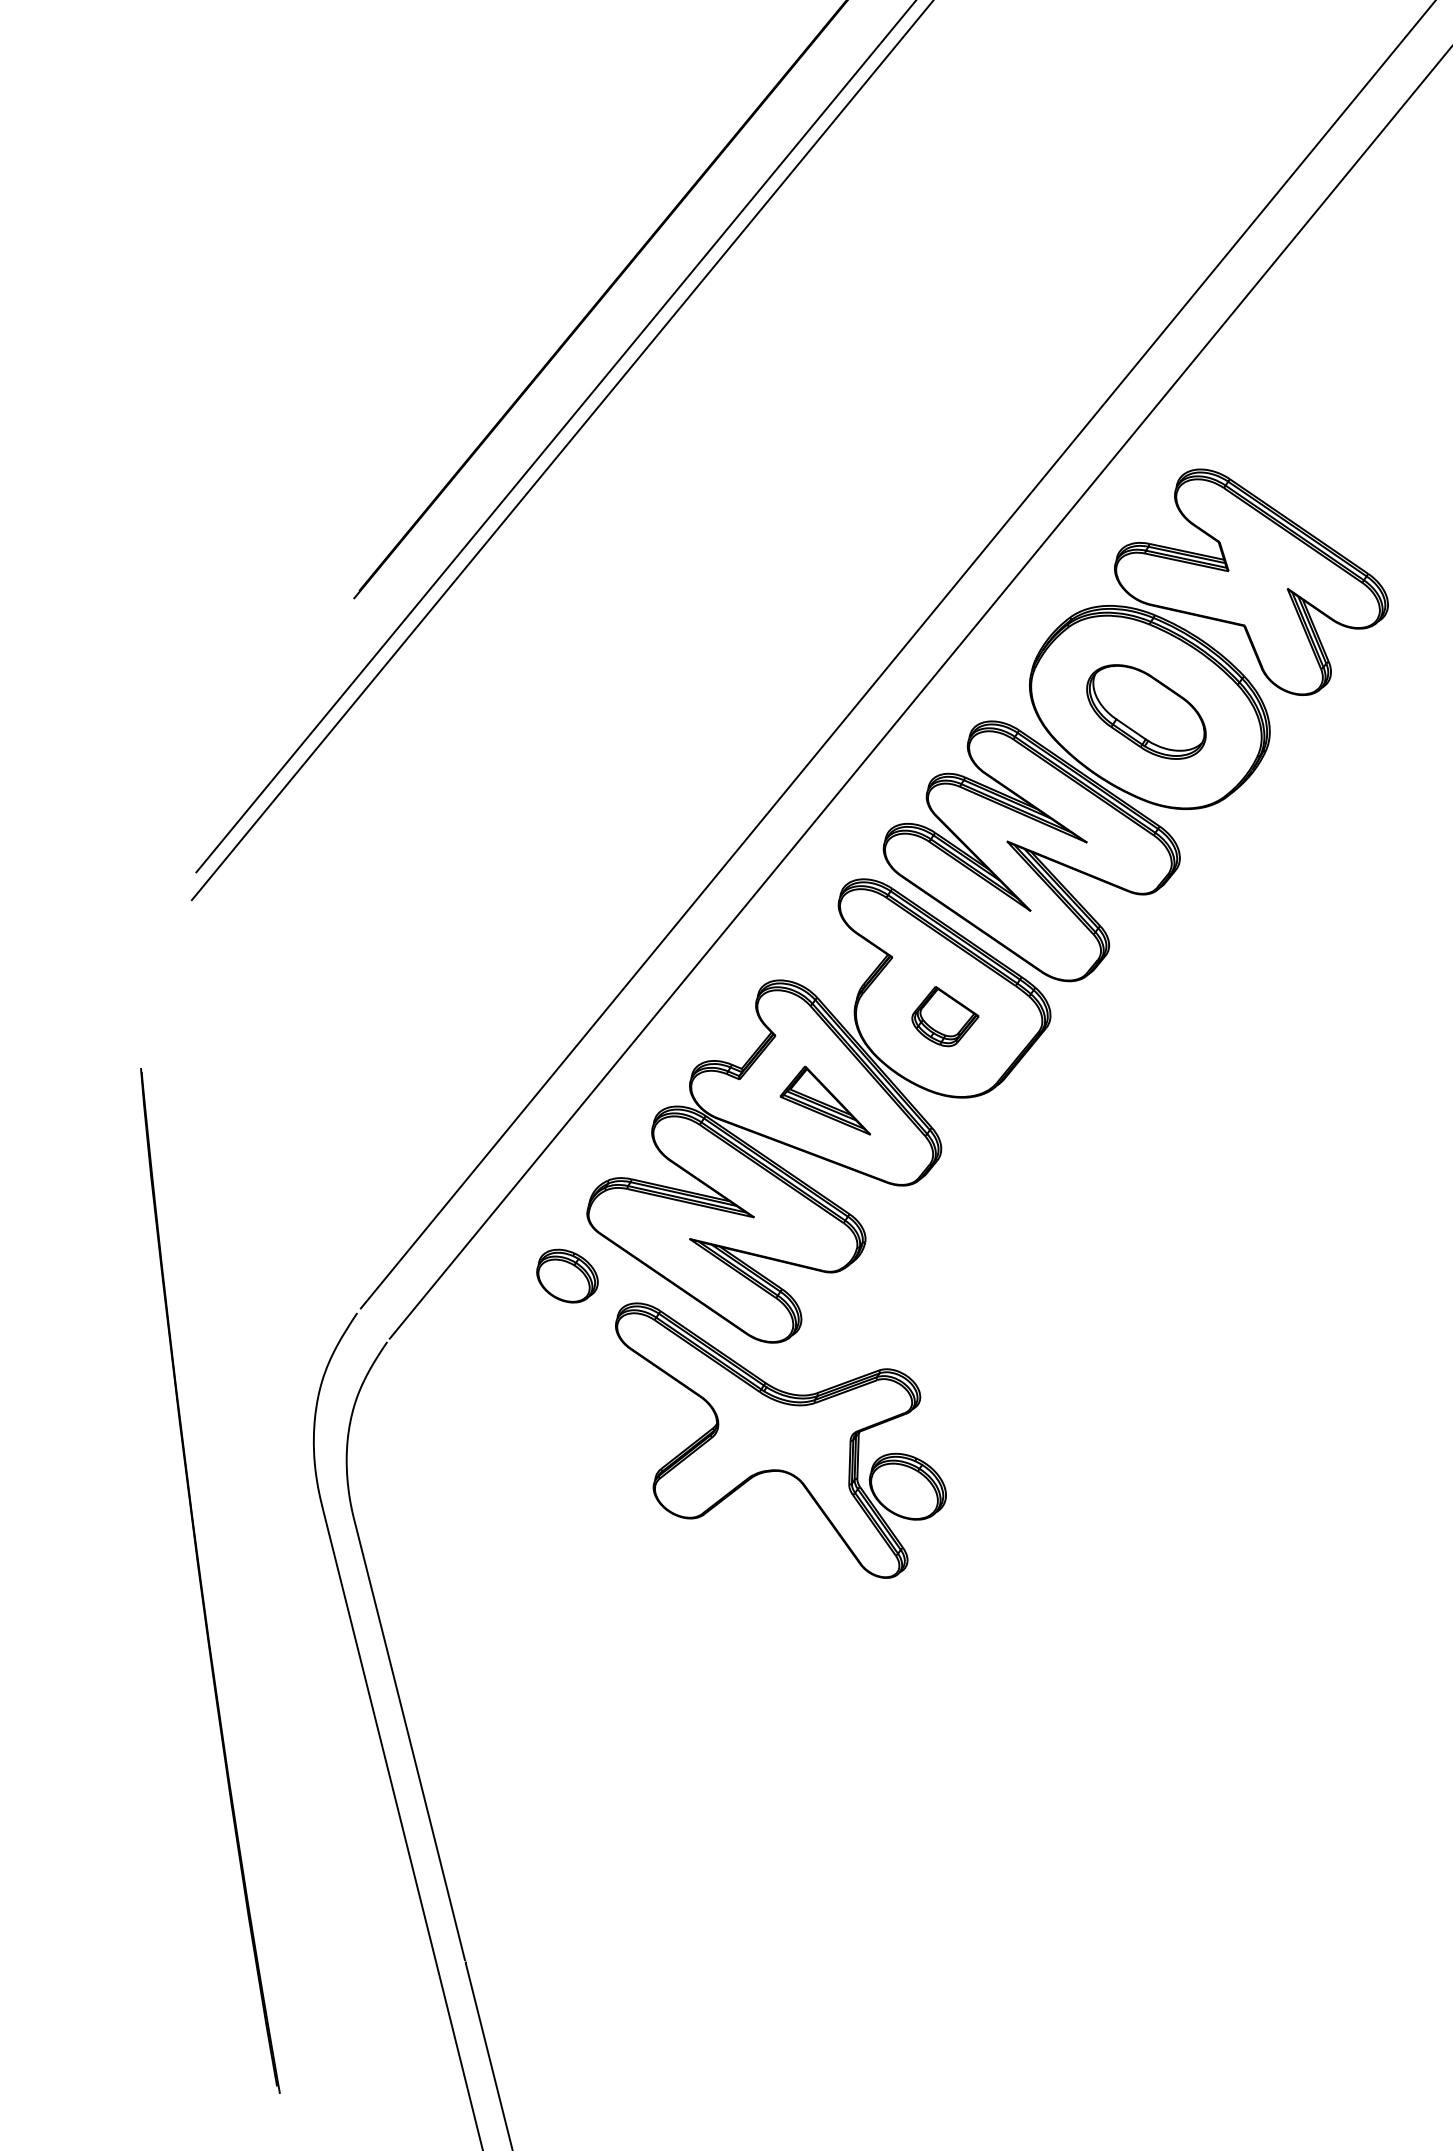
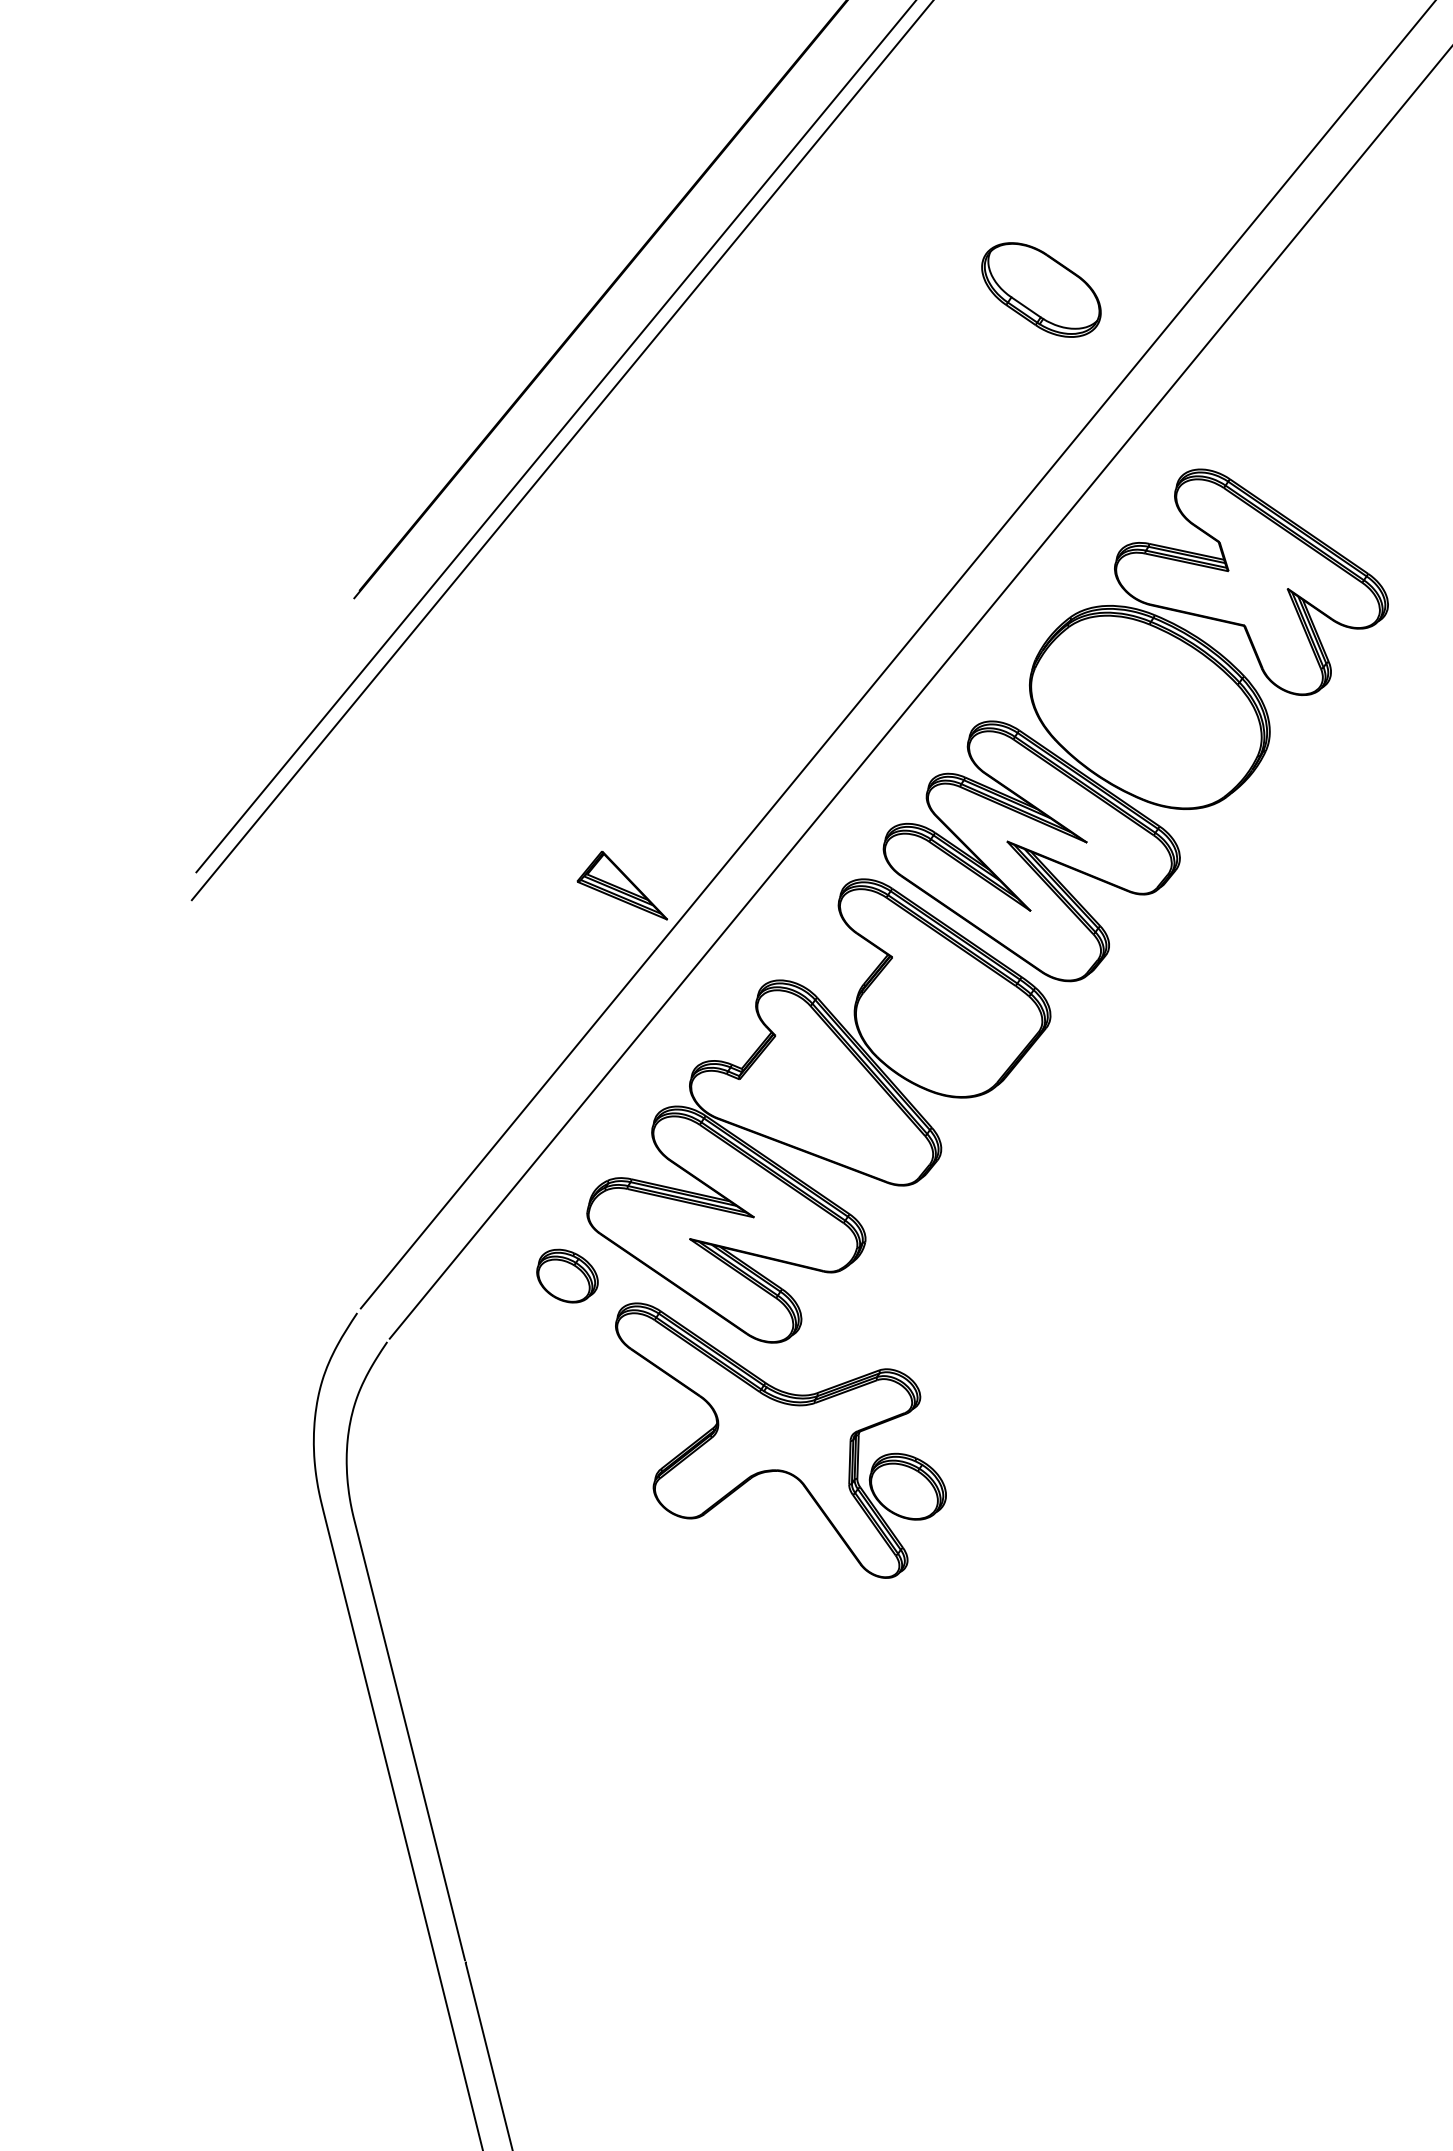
part at (1146, 711) position: (1146, 711) -> (1041, 289)
part at (945, 1016): present -> none
part at (824, 1100) position: (824, 1100) -> (621, 885)
part at (202, 1584): present -> none
